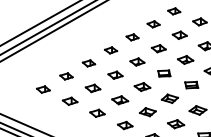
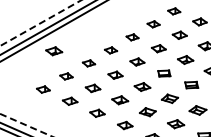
line at (40, 23): solid -> dashed
part at (54, 51): none -> present
line at (27, 125): solid -> dashed
